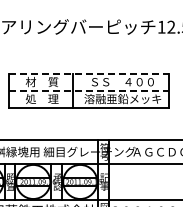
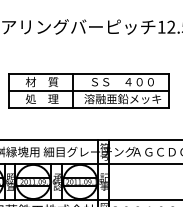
line at (89, 73): dashed -> solid
line at (89, 90): dashed -> solid
